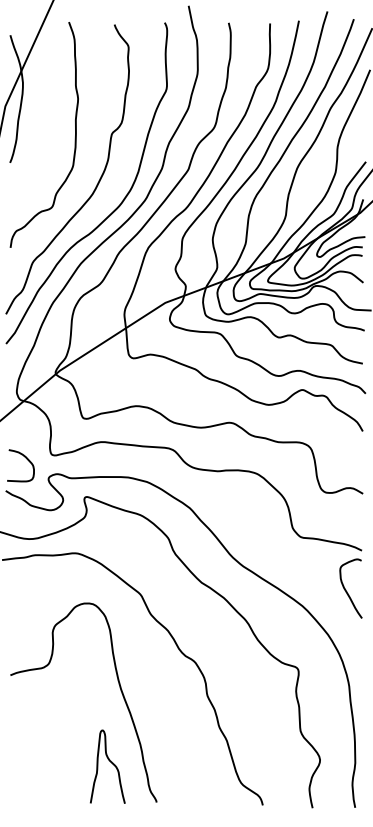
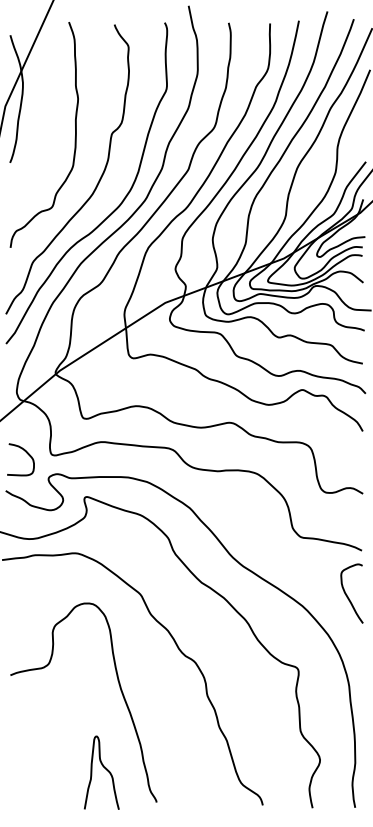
curve at (26, 459) position: (26, 459) -> (26, 453)
curve at (346, 589) position: (346, 589) -> (347, 594)
curve at (110, 762) position: (110, 762) -> (104, 768)
